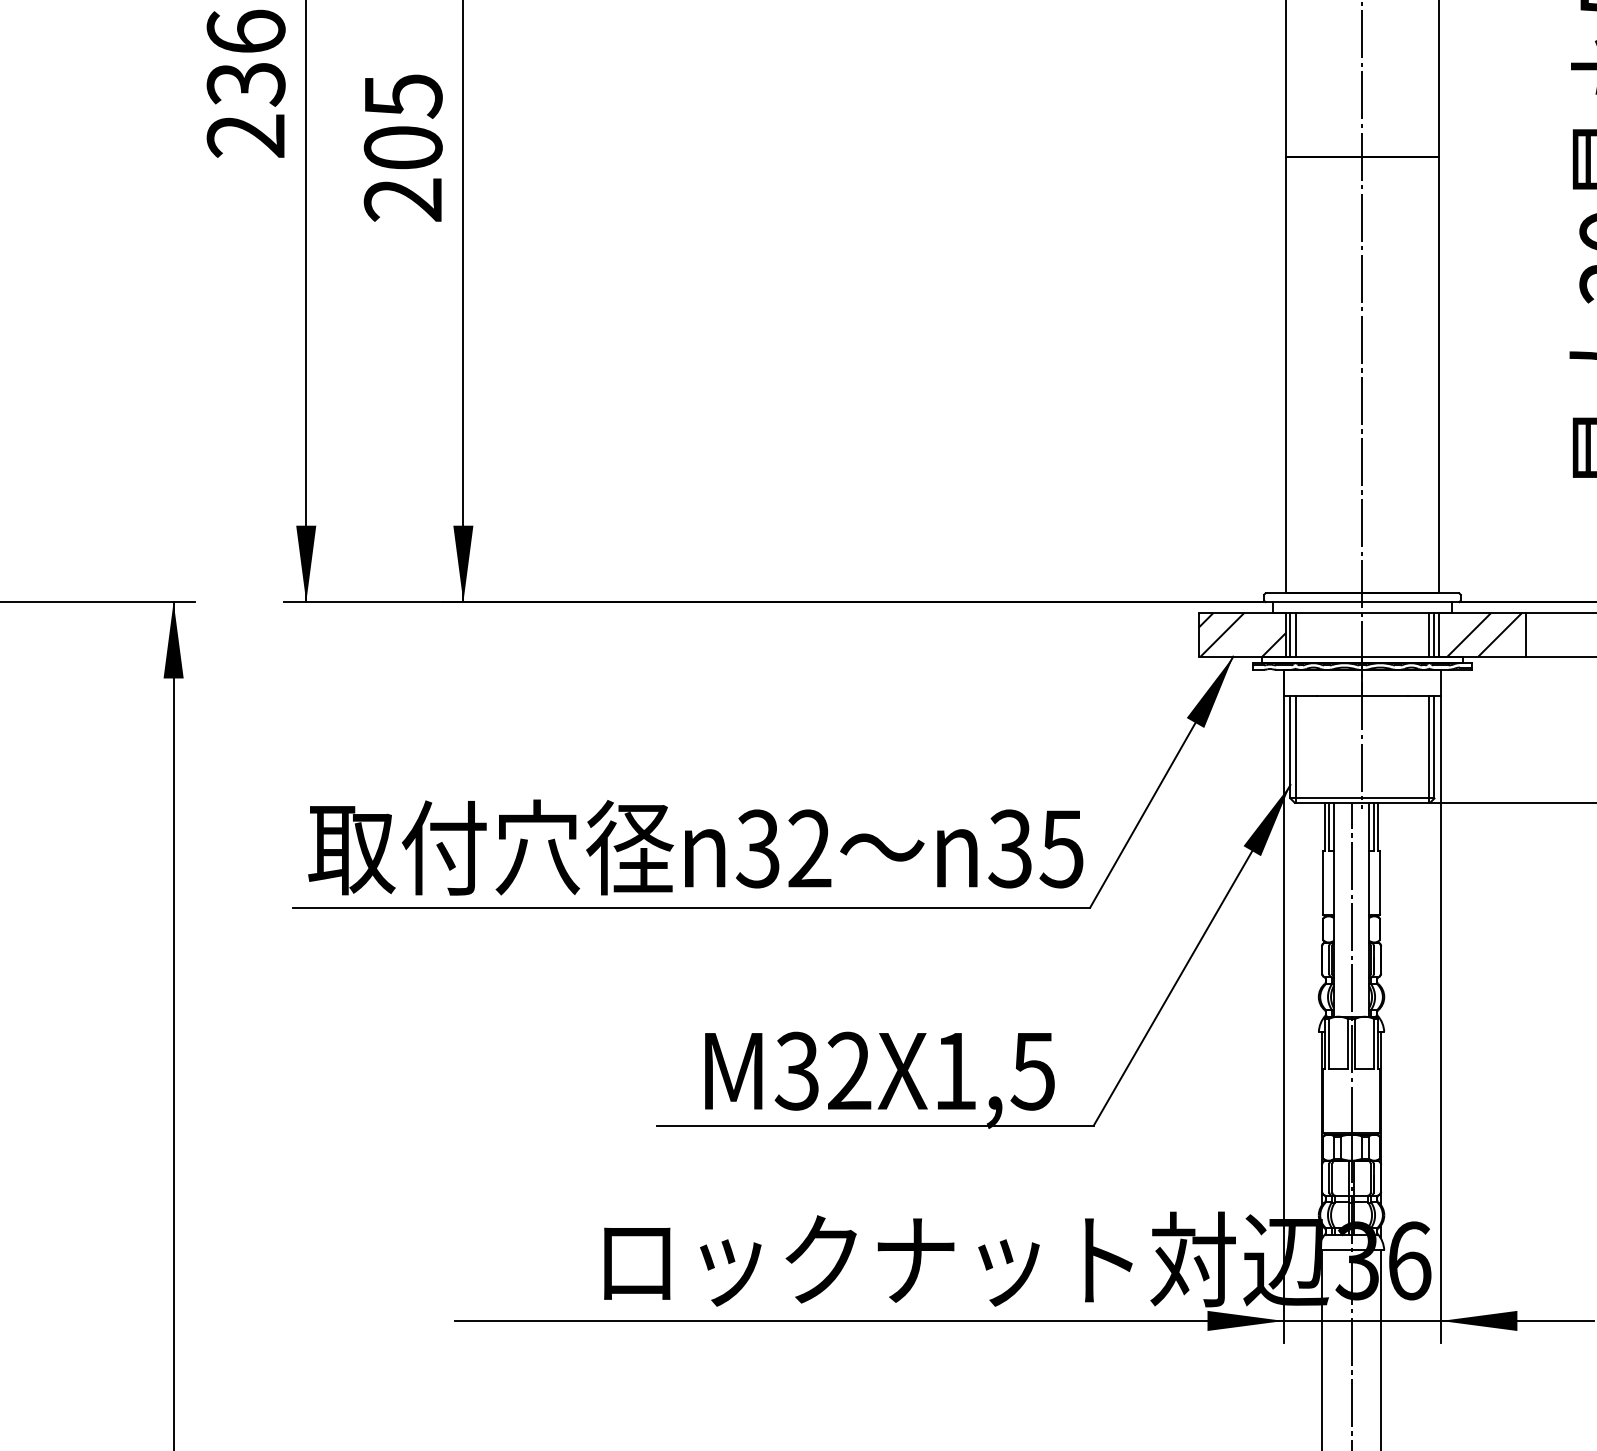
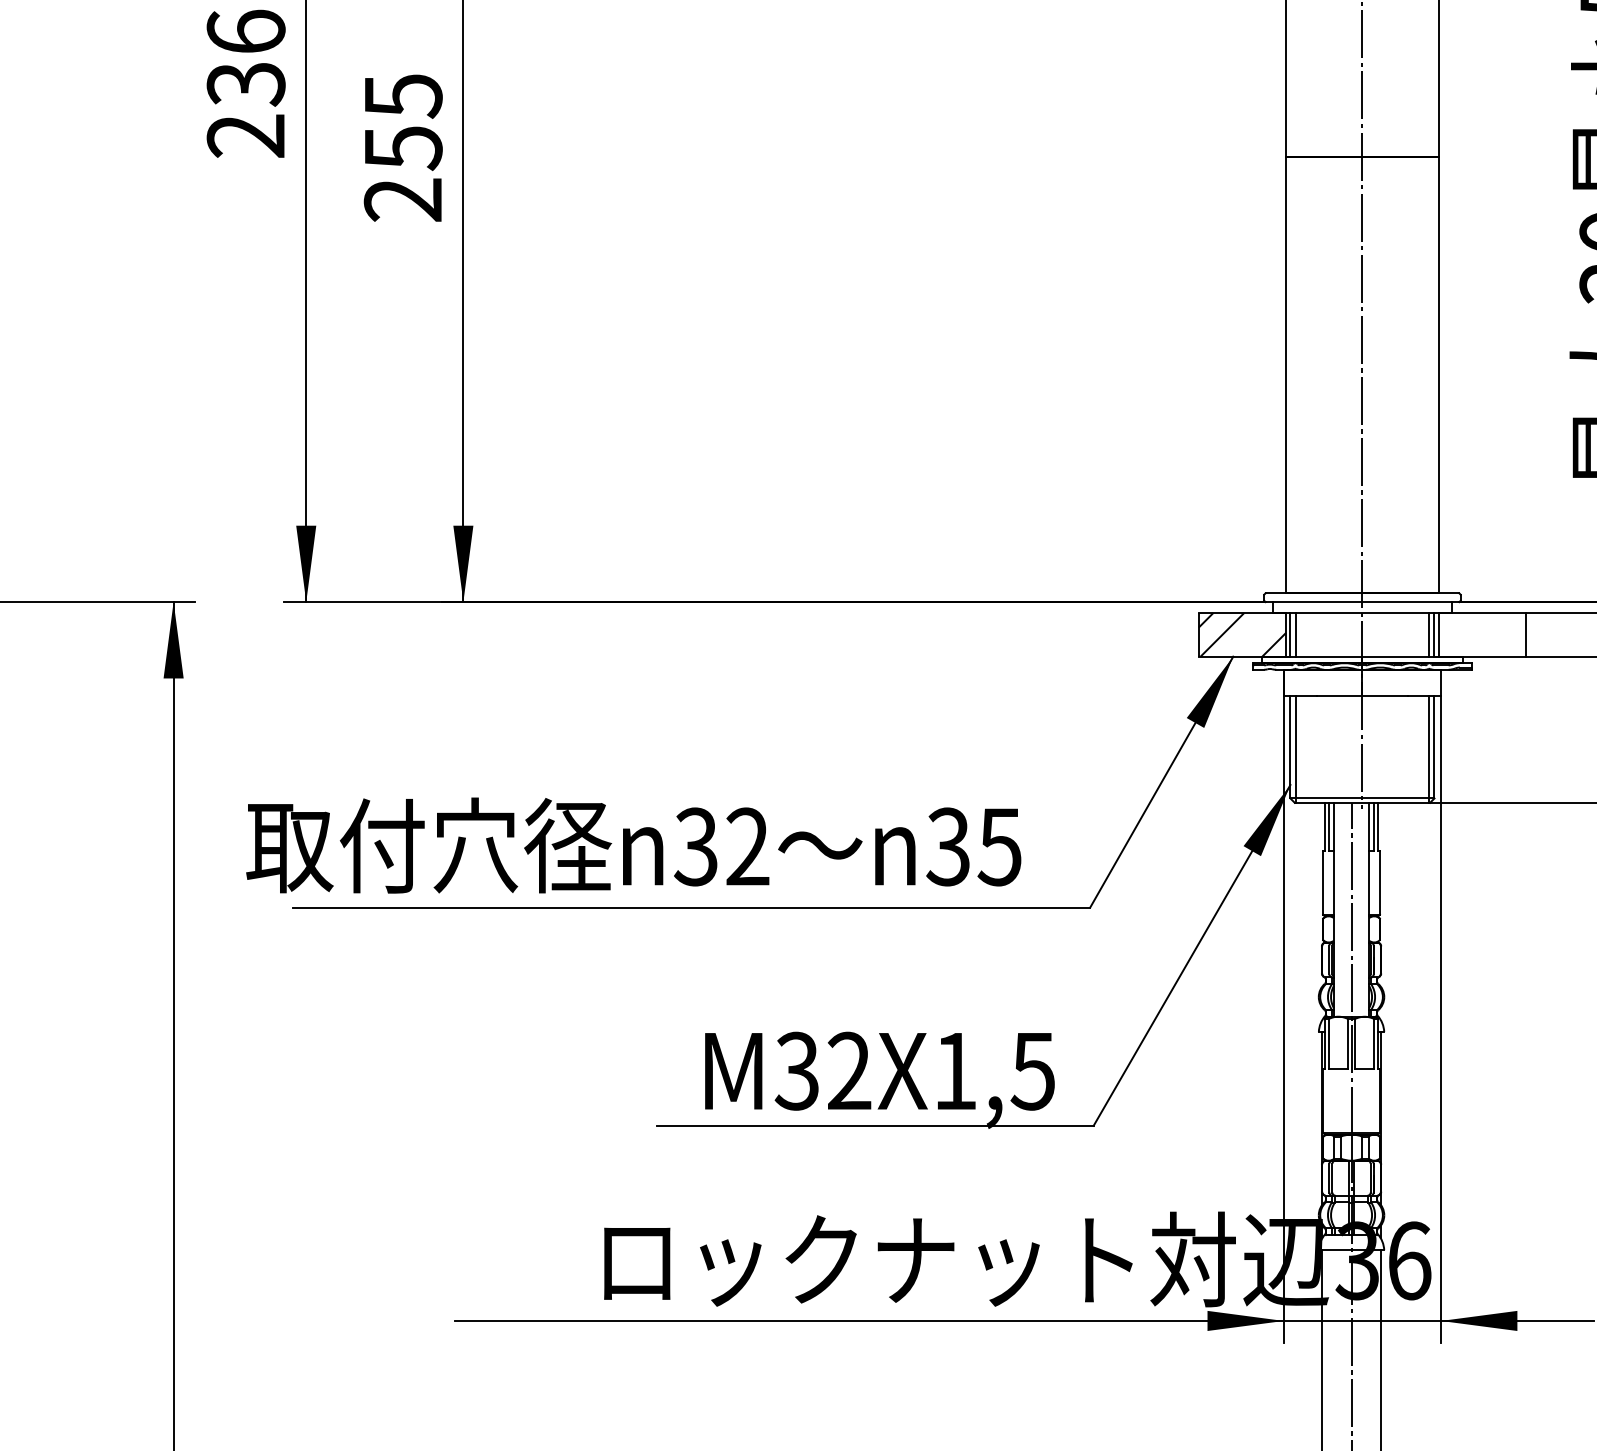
text at (402, 148): 205 -> 255
hatch at (1484, 634): present -> none
text at (695, 847) position: (695, 847) -> (633, 845)
